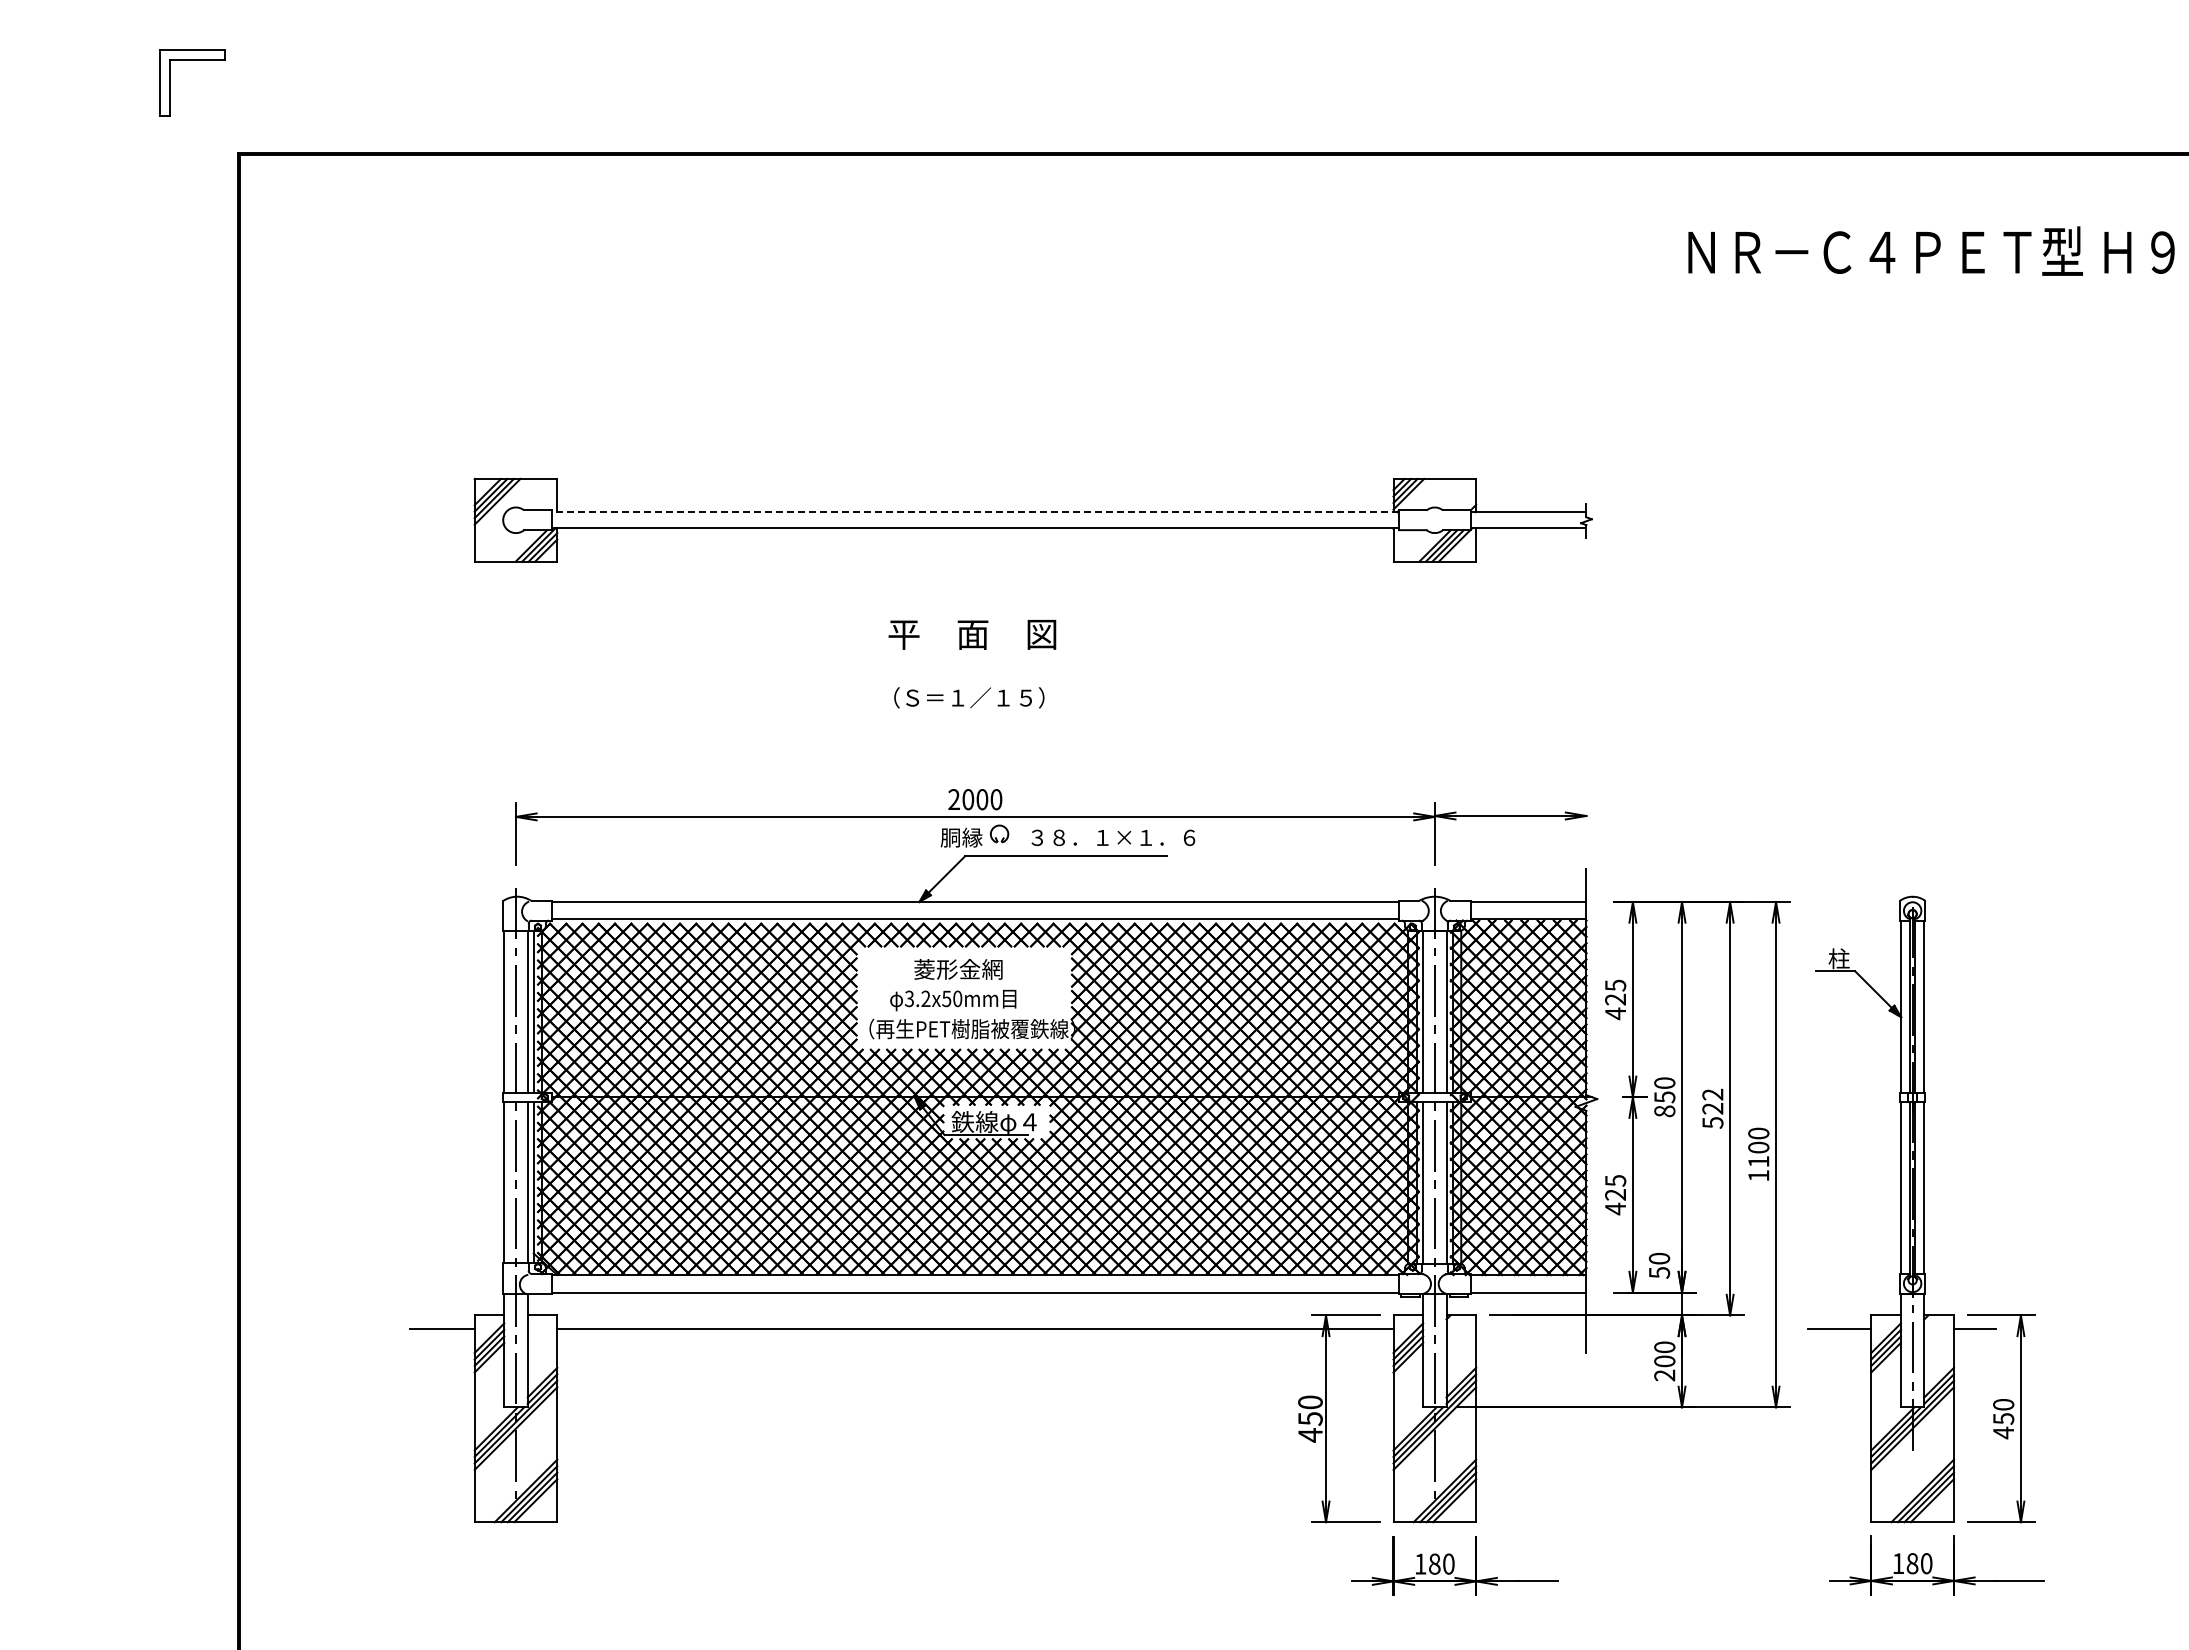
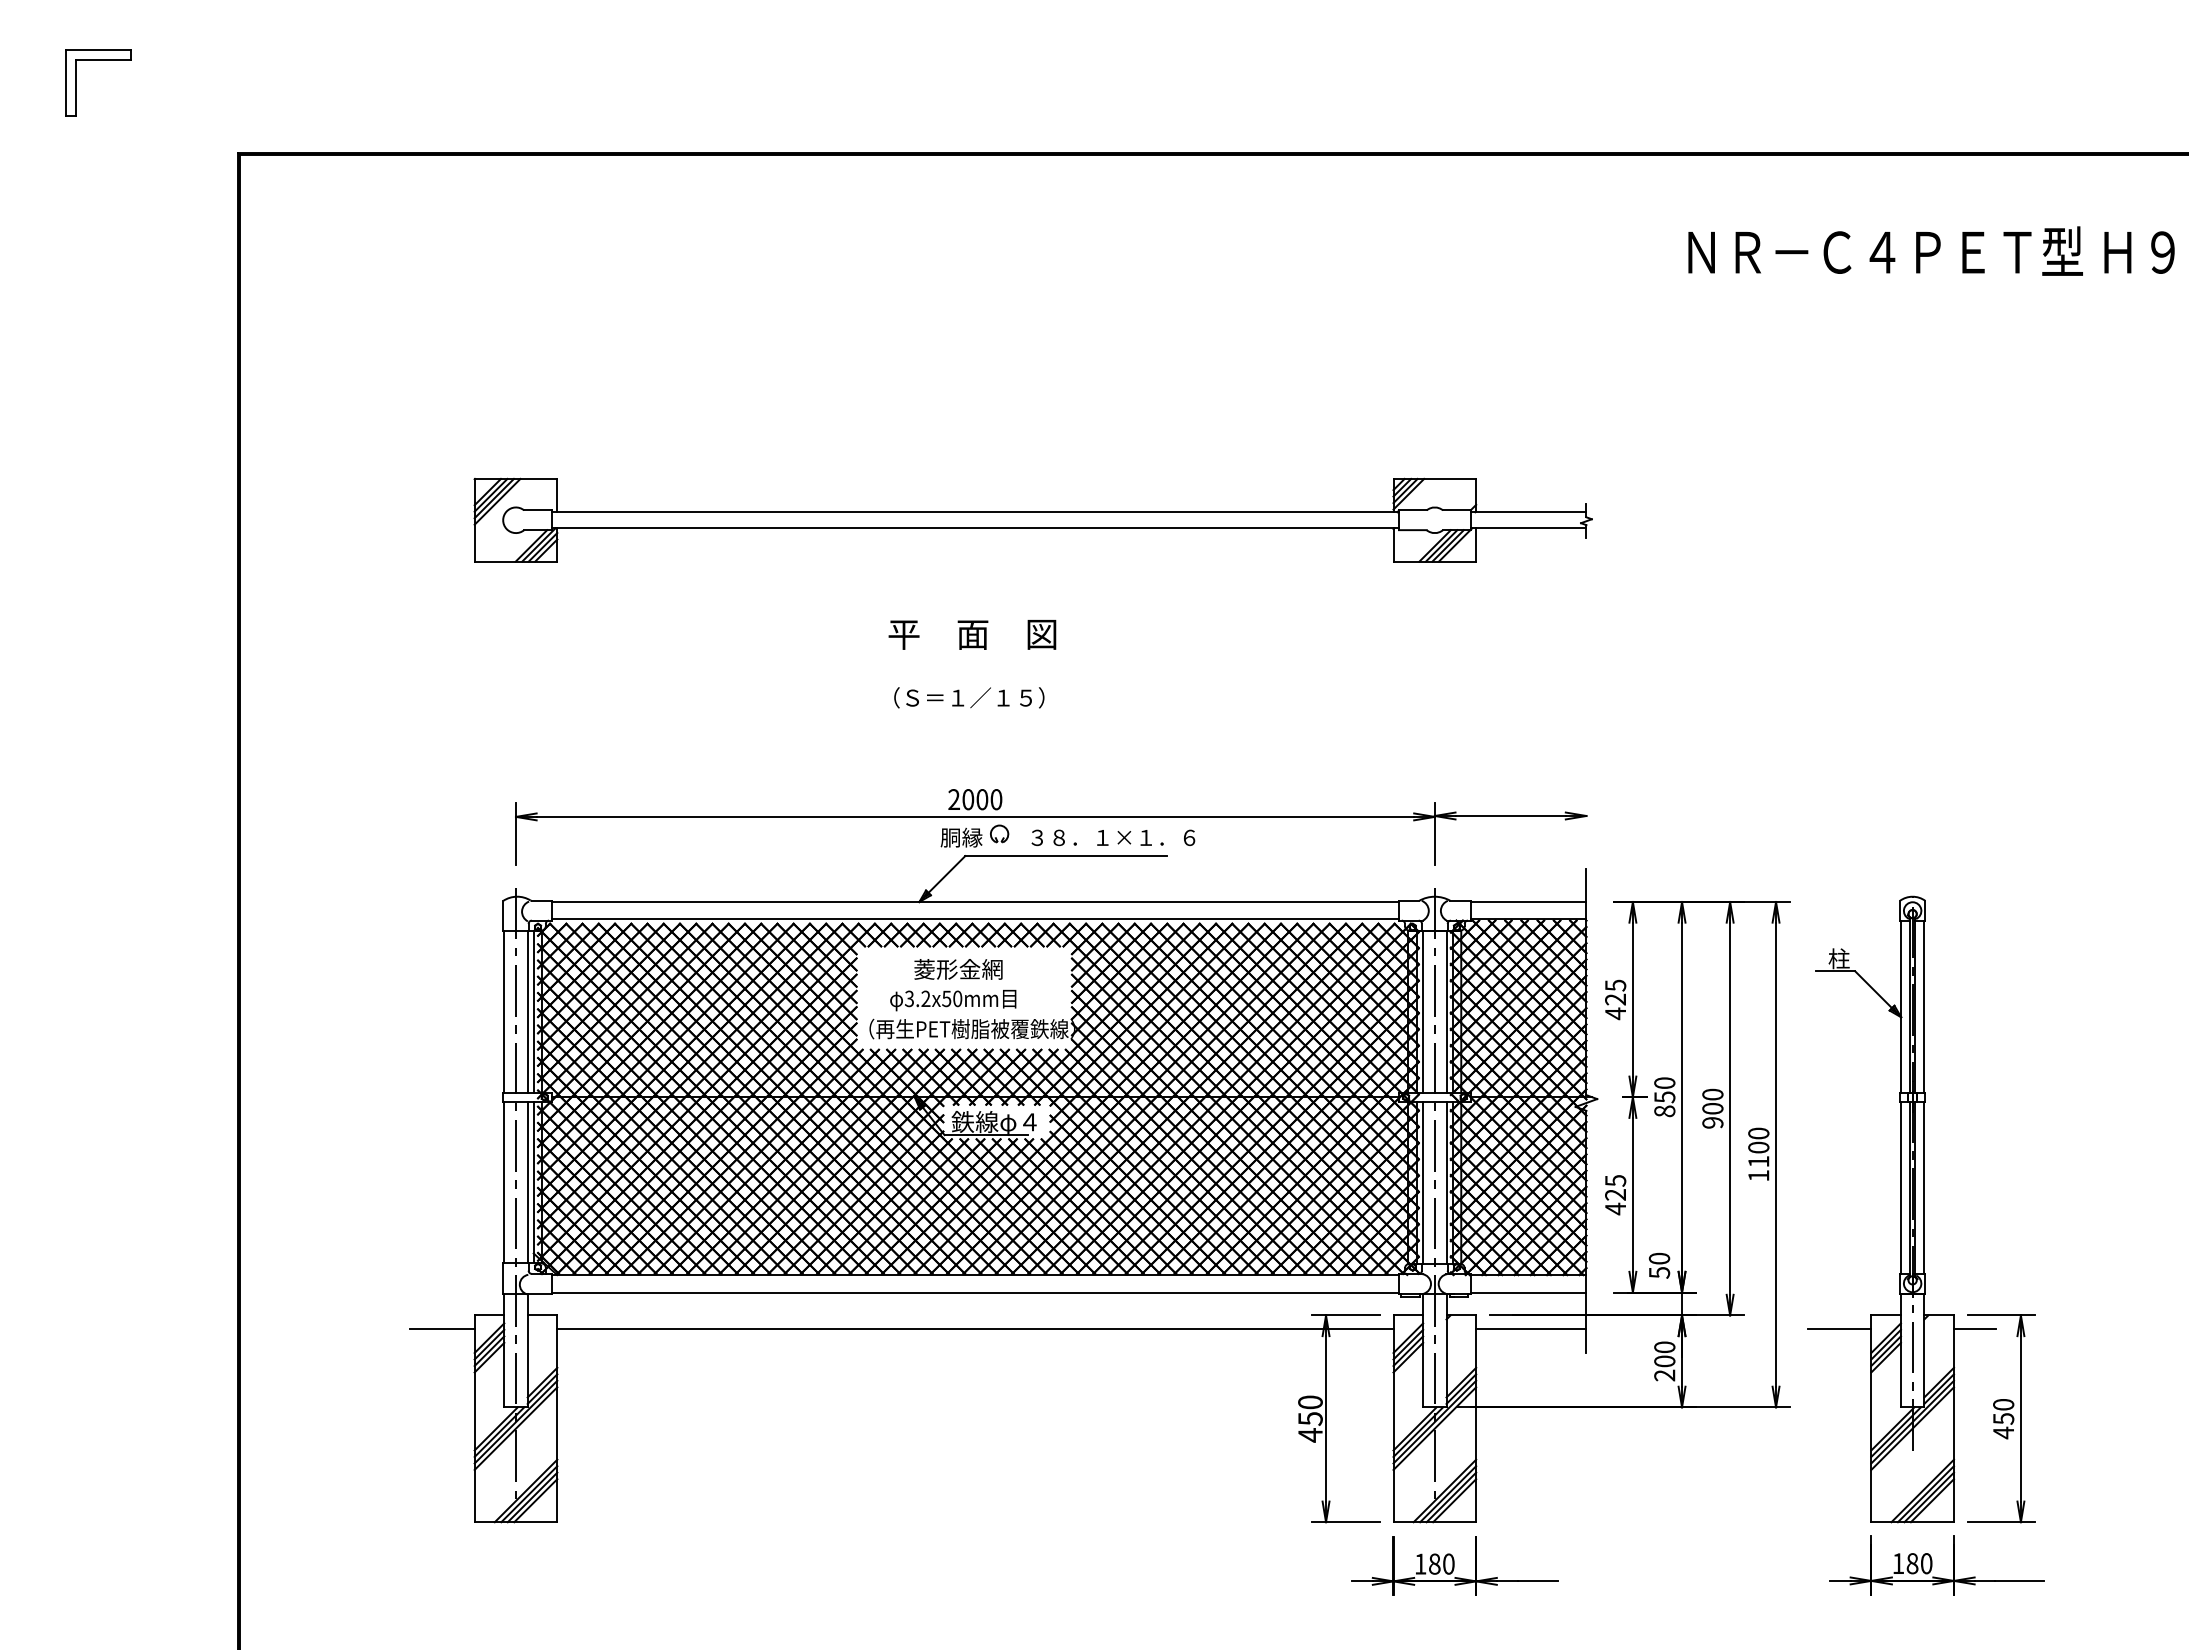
part at (192, 60) position: (192, 60) -> (98, 60)
line at (975, 512): dashed -> solid
text at (1712, 1108): 522 -> 900
line at (1531, 1329): none -> present
